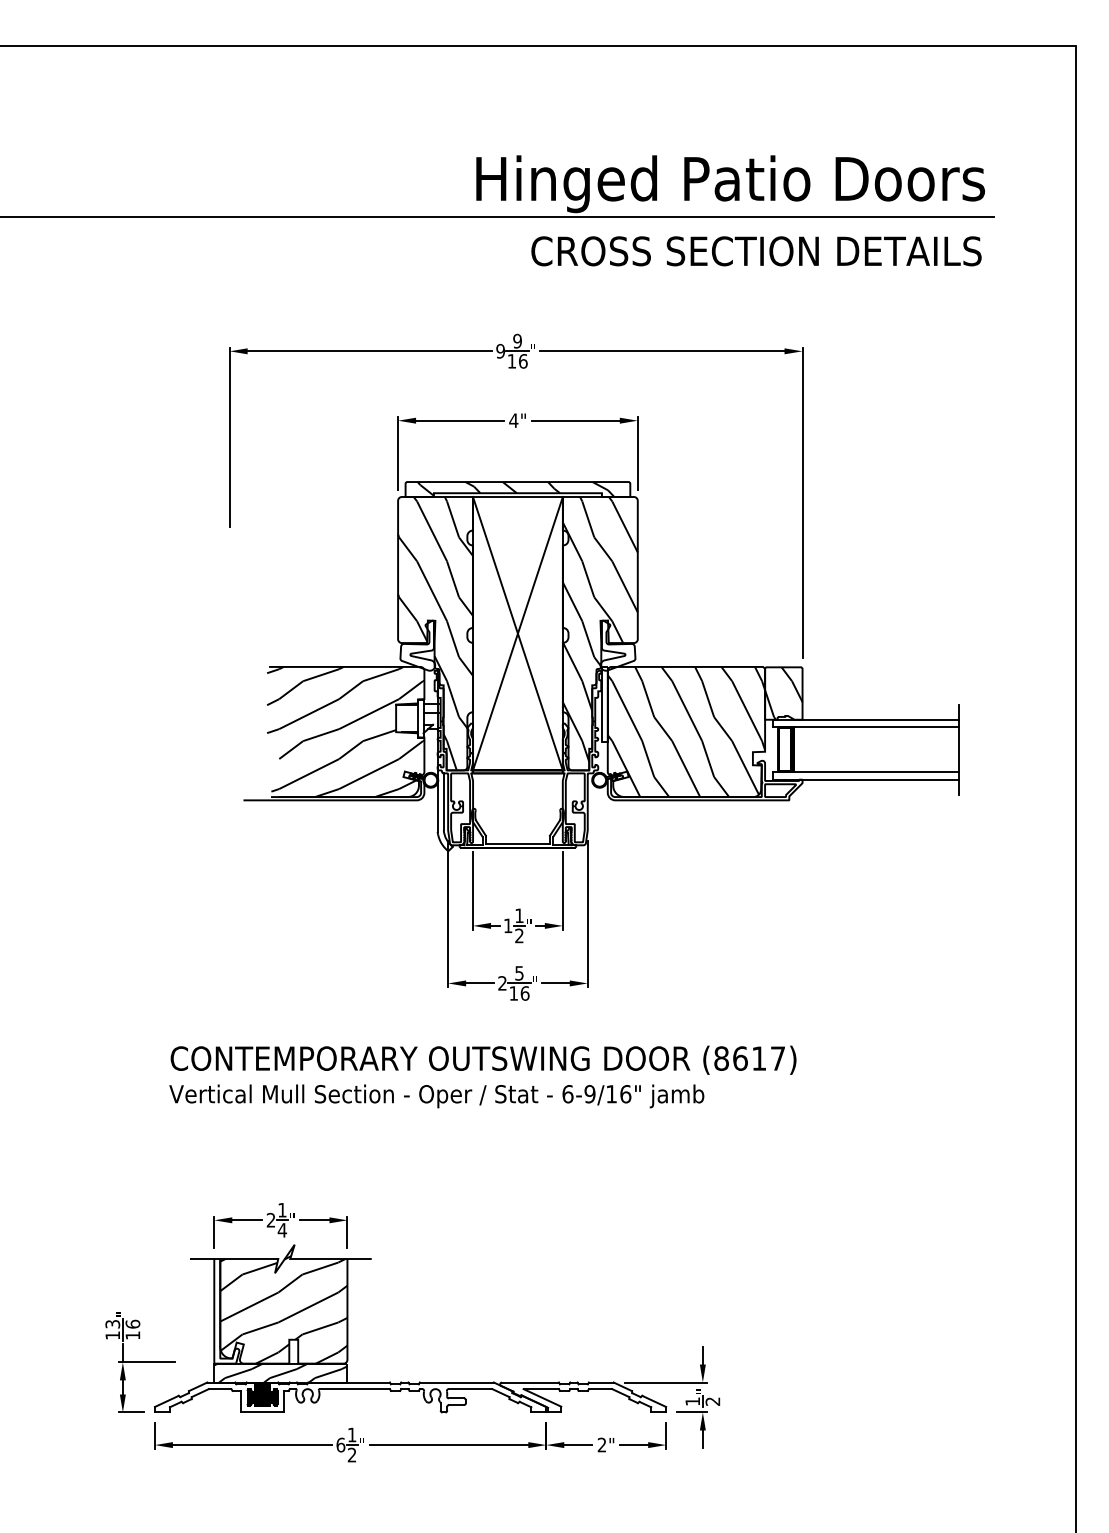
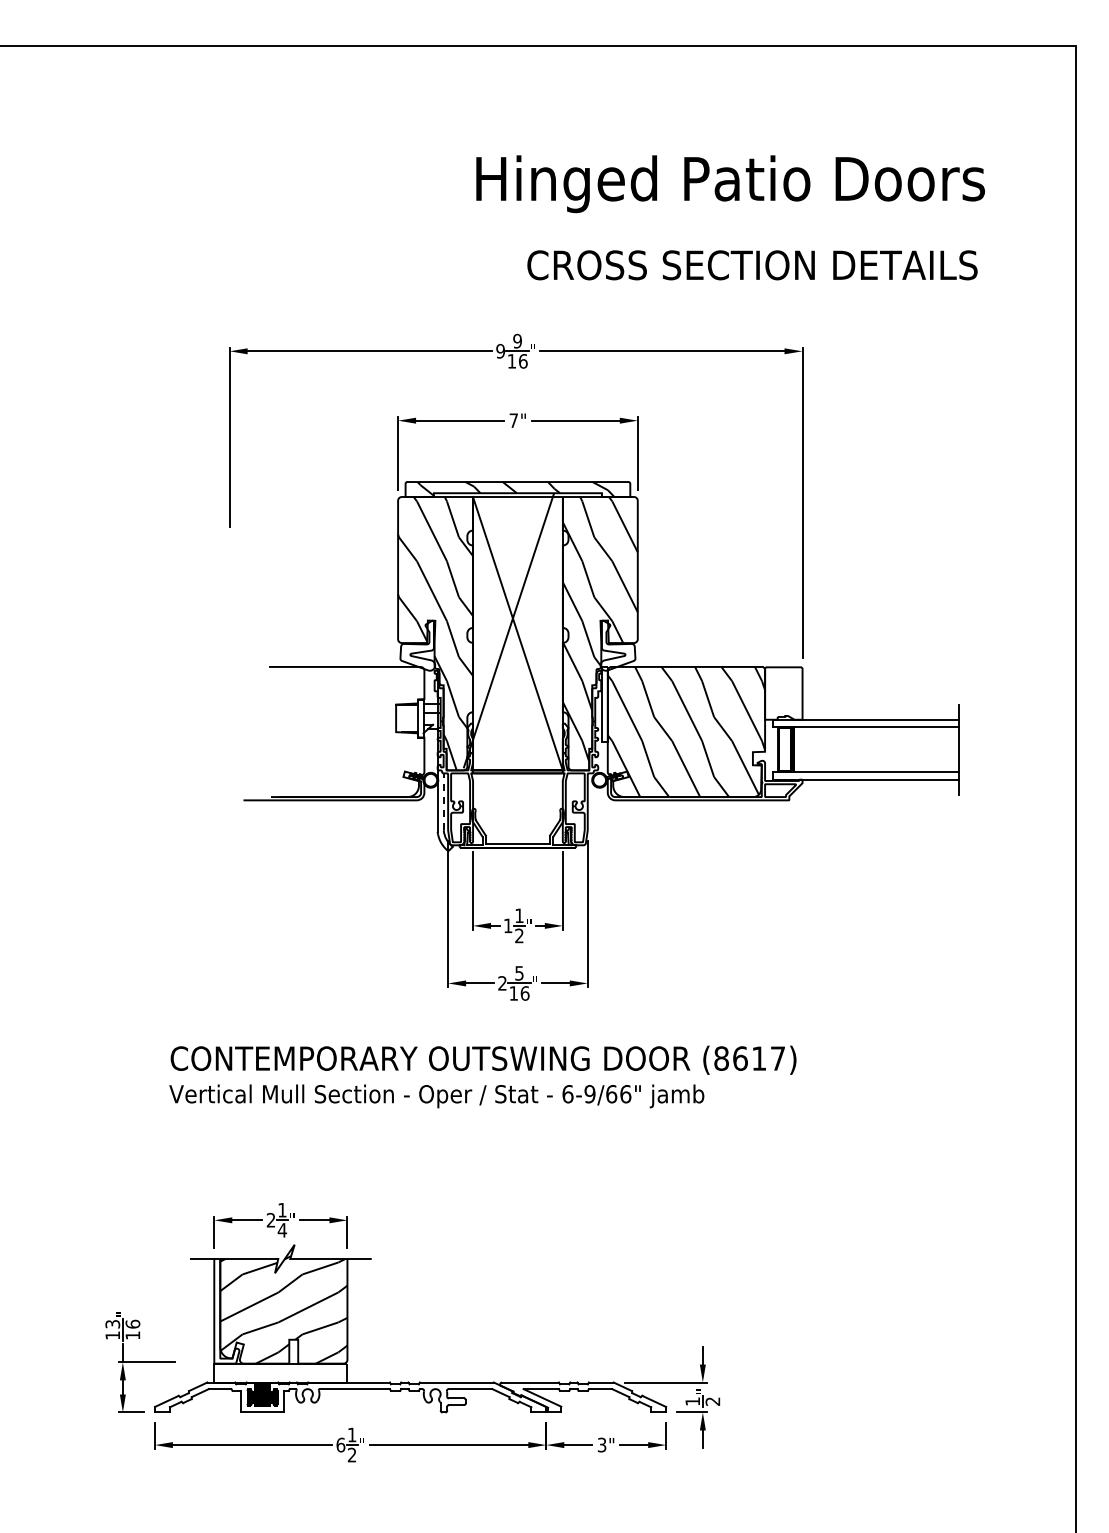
line at (497, 216): present -> none
text at (756, 251) position: (756, 251) -> (752, 265)
text at (513, 420): 4" -> 7"
line at (517, 633) position: (517, 633) -> (508, 630)
hatch at (783, 693): present -> none
hatch at (345, 731): present -> none
line at (443, 801): solid -> dashed
text at (611, 1094): 6-9/16" -> 6-9/66"
hatch at (280, 1372): present -> none
text at (601, 1445): 2" -> 3"
